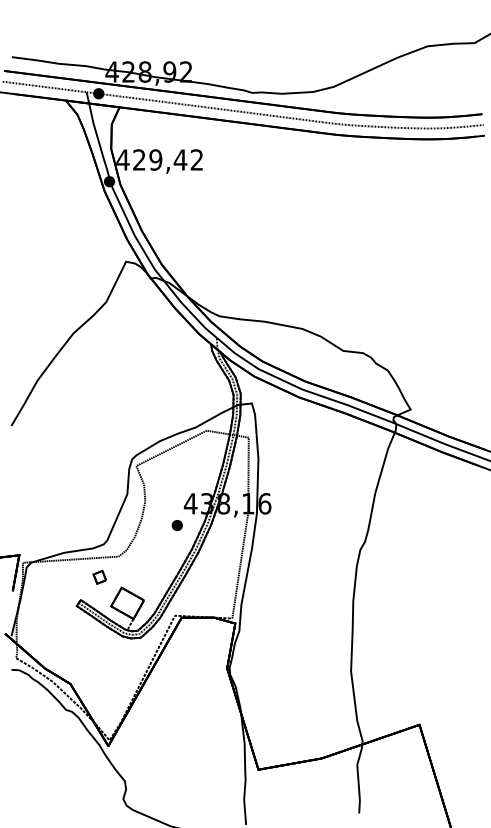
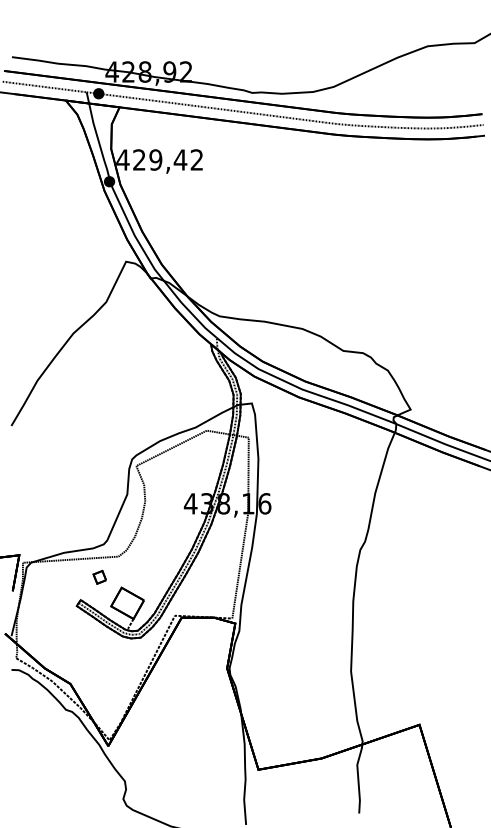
part at (176, 525): present -> none
